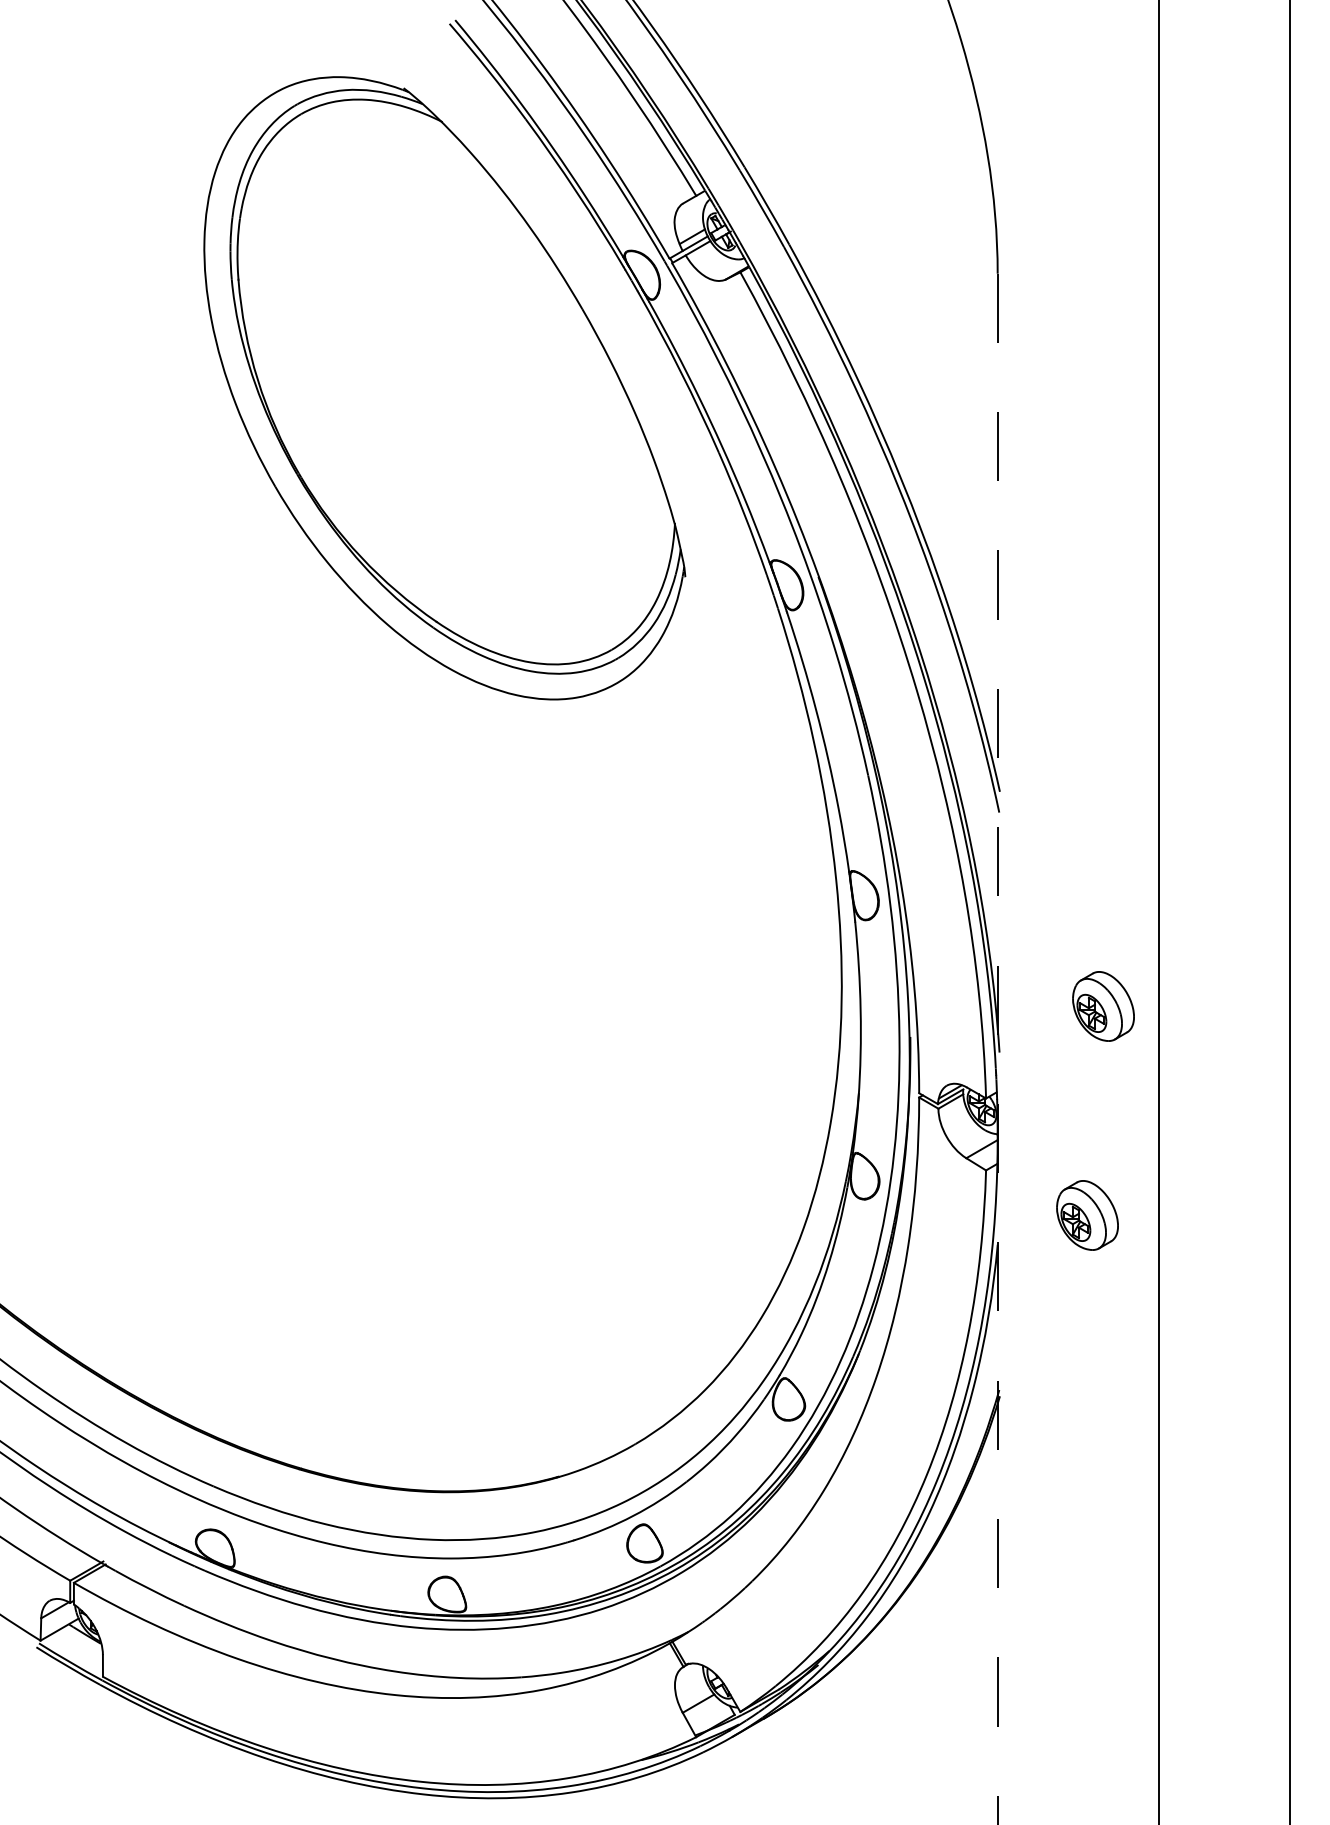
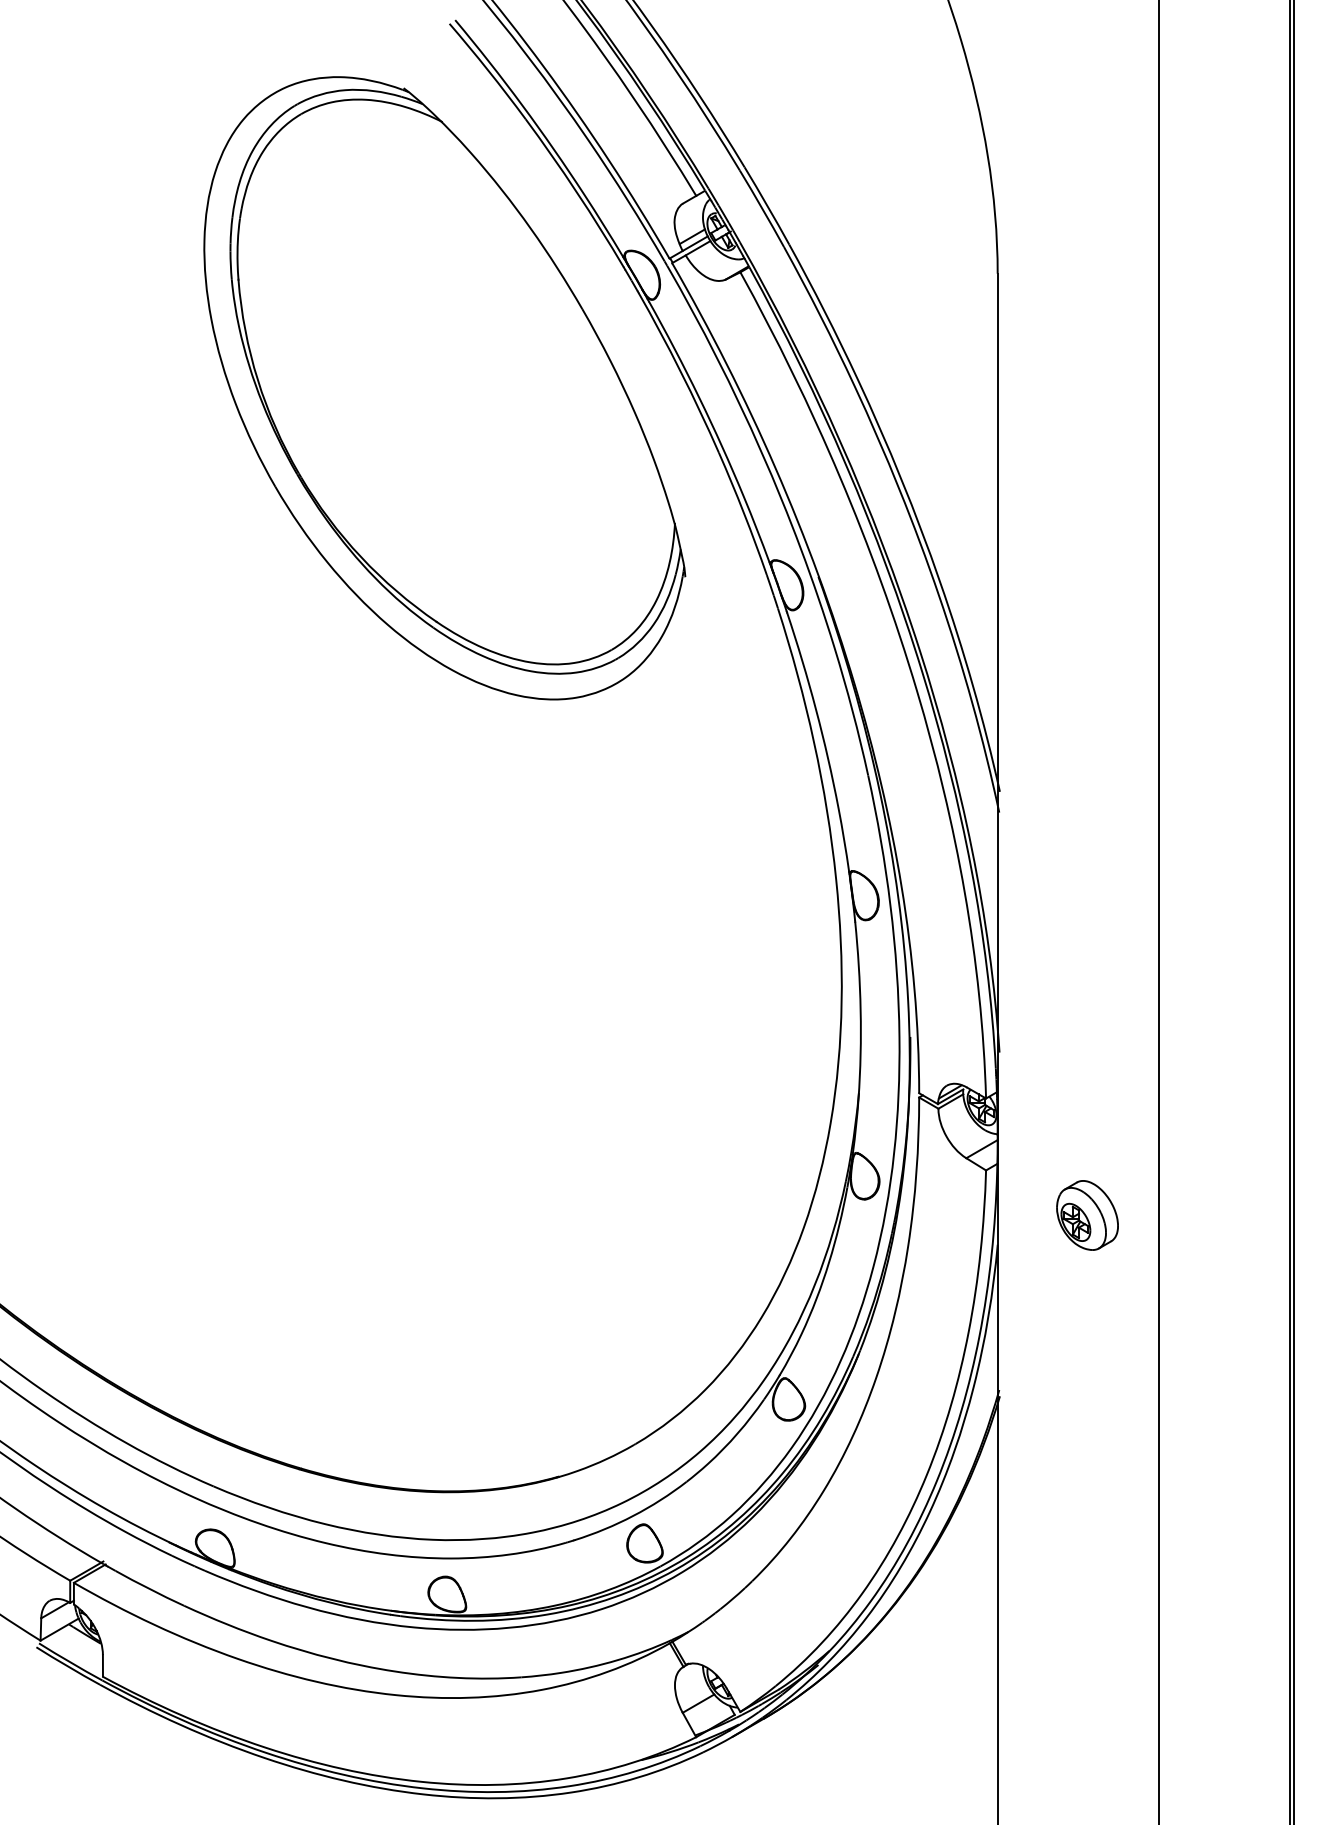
line at (1293, 911): none -> present
part at (1103, 1006): present -> none
line at (997, 1049): dashed -> solid
